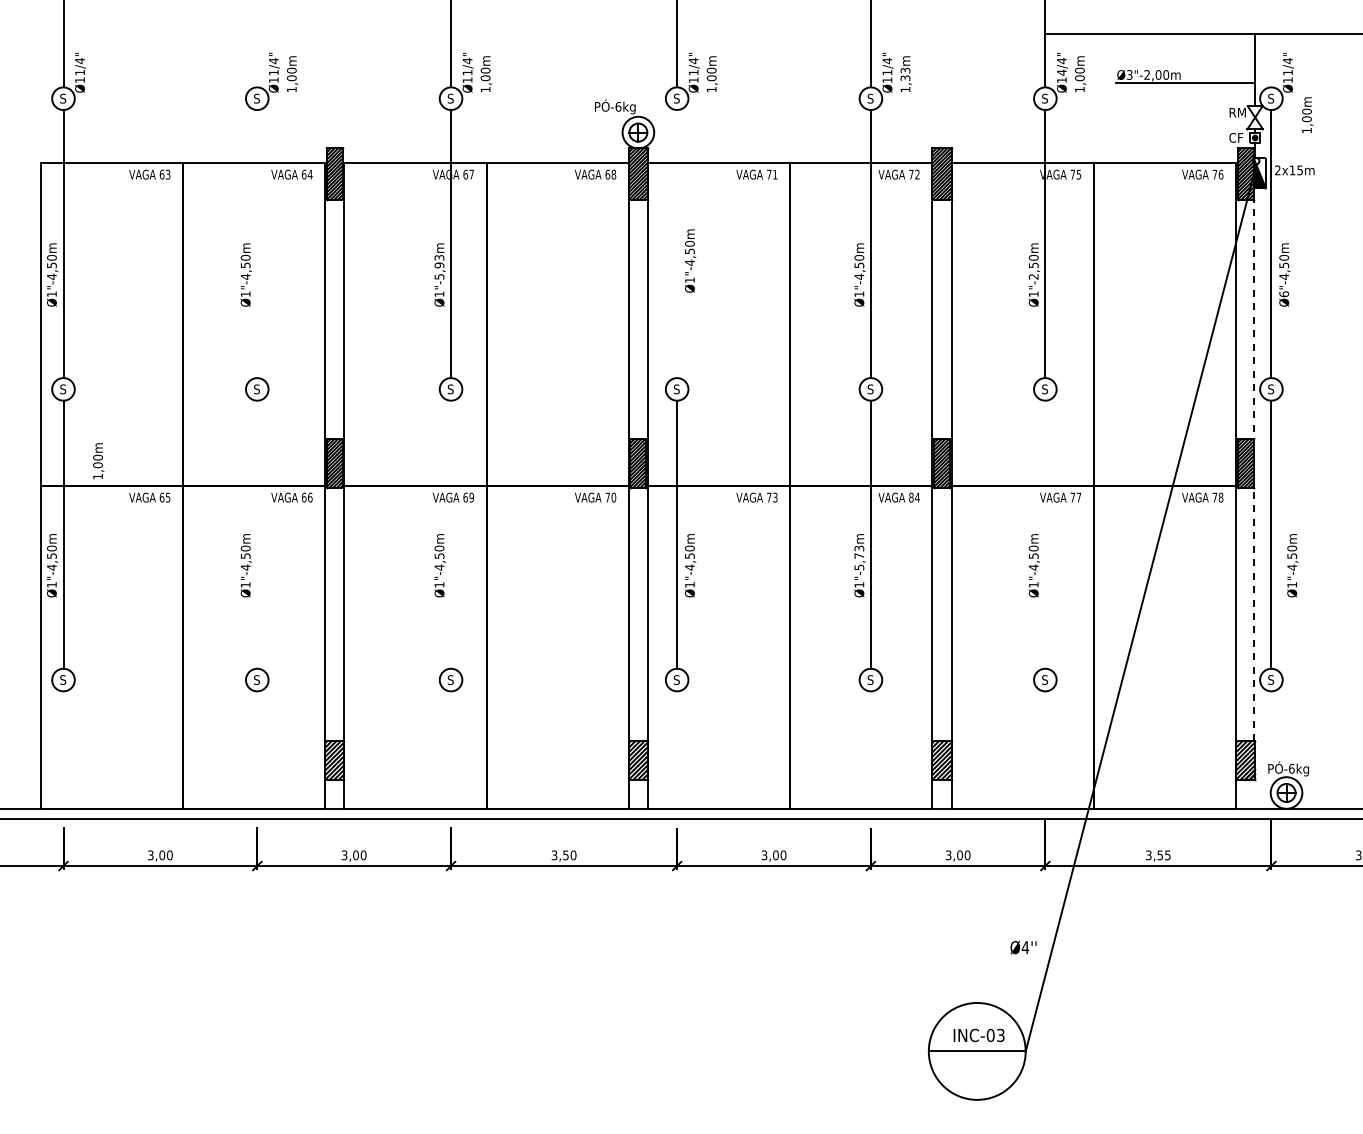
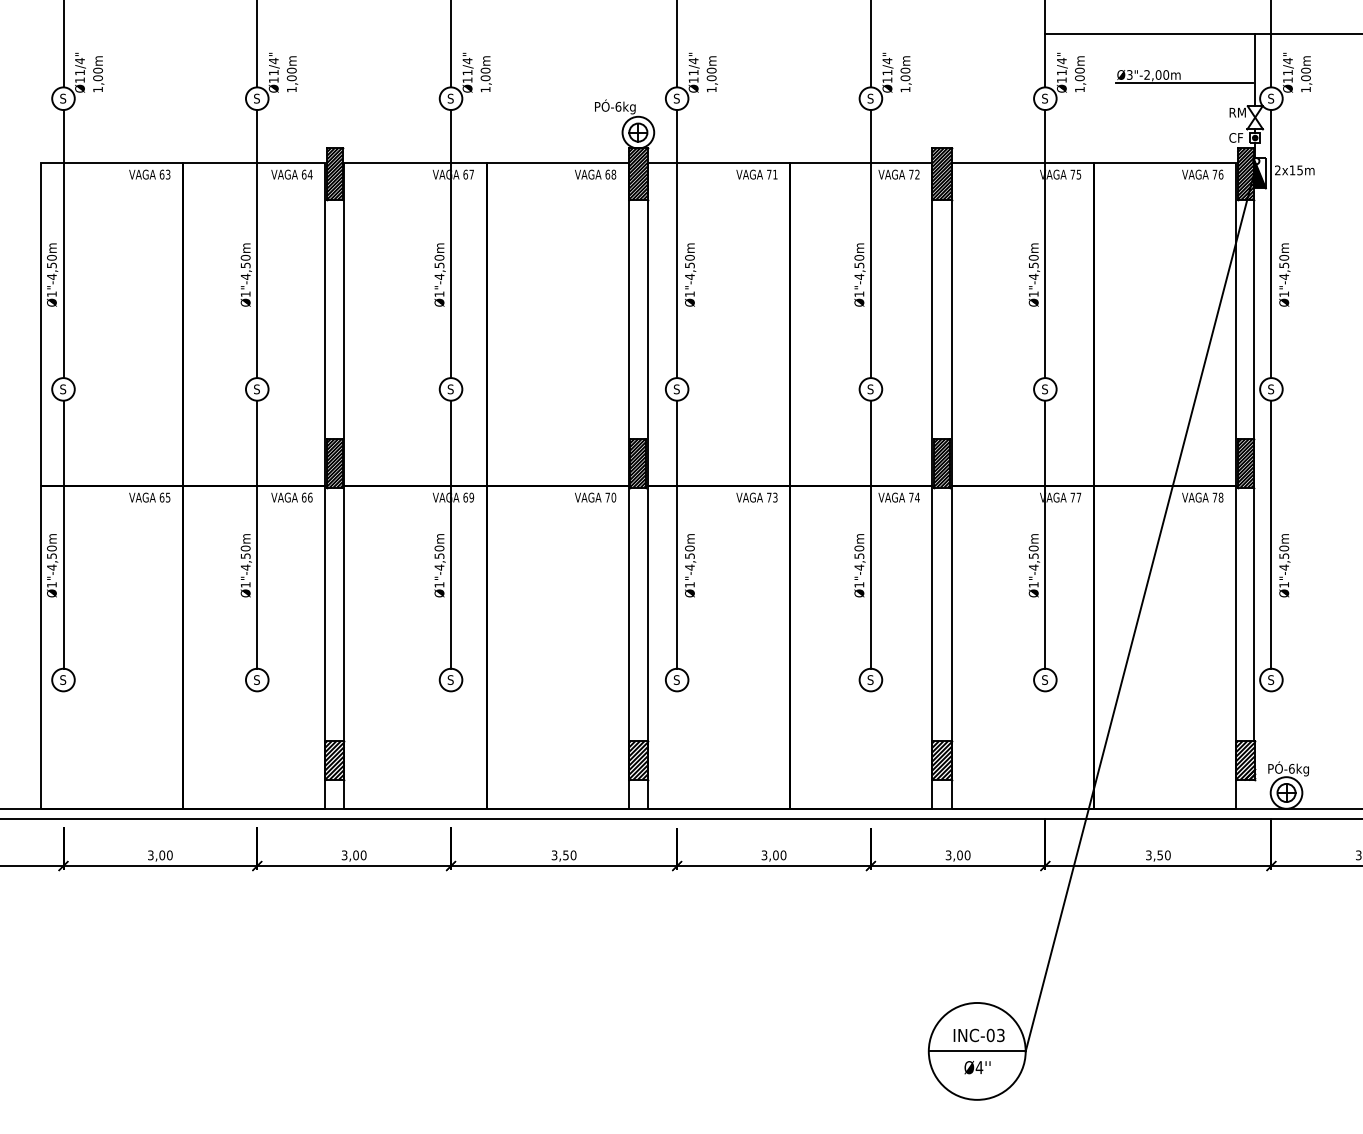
line at (257, 44): none -> present
line at (1271, 44): none -> present
text at (1061, 72): Ø14/4" -> Ø11/4"
text at (905, 74): 1,33m -> 1,00m
text at (1307, 115) position: (1307, 115) -> (1306, 74)
line at (257, 244): none -> present
line at (677, 244): none -> present
text at (690, 260) position: (690, 260) -> (690, 274)
text at (439, 266): Ø1"-5,93m -> Ø1"-4,50m
text at (1033, 276): Ø1"-2,50m -> Ø1"-4,50m
text at (1284, 294): Ø6"-4,50m -> Ø1"-4,50m
text at (98, 461) position: (98, 461) -> (98, 74)
line at (1253, 466): dashed -> solid
text at (911, 497): 84 -> 74
line at (257, 534): none -> present
line at (451, 534): none -> present
line at (1045, 534): none -> present
text at (859, 557): Ø1"-5,73m -> Ø1"-4,50m
text at (1292, 565) position: (1292, 565) -> (1284, 565)
text at (1167, 855): 3,55 -> 3,50
text at (1023, 947) position: (1023, 947) -> (977, 1067)
